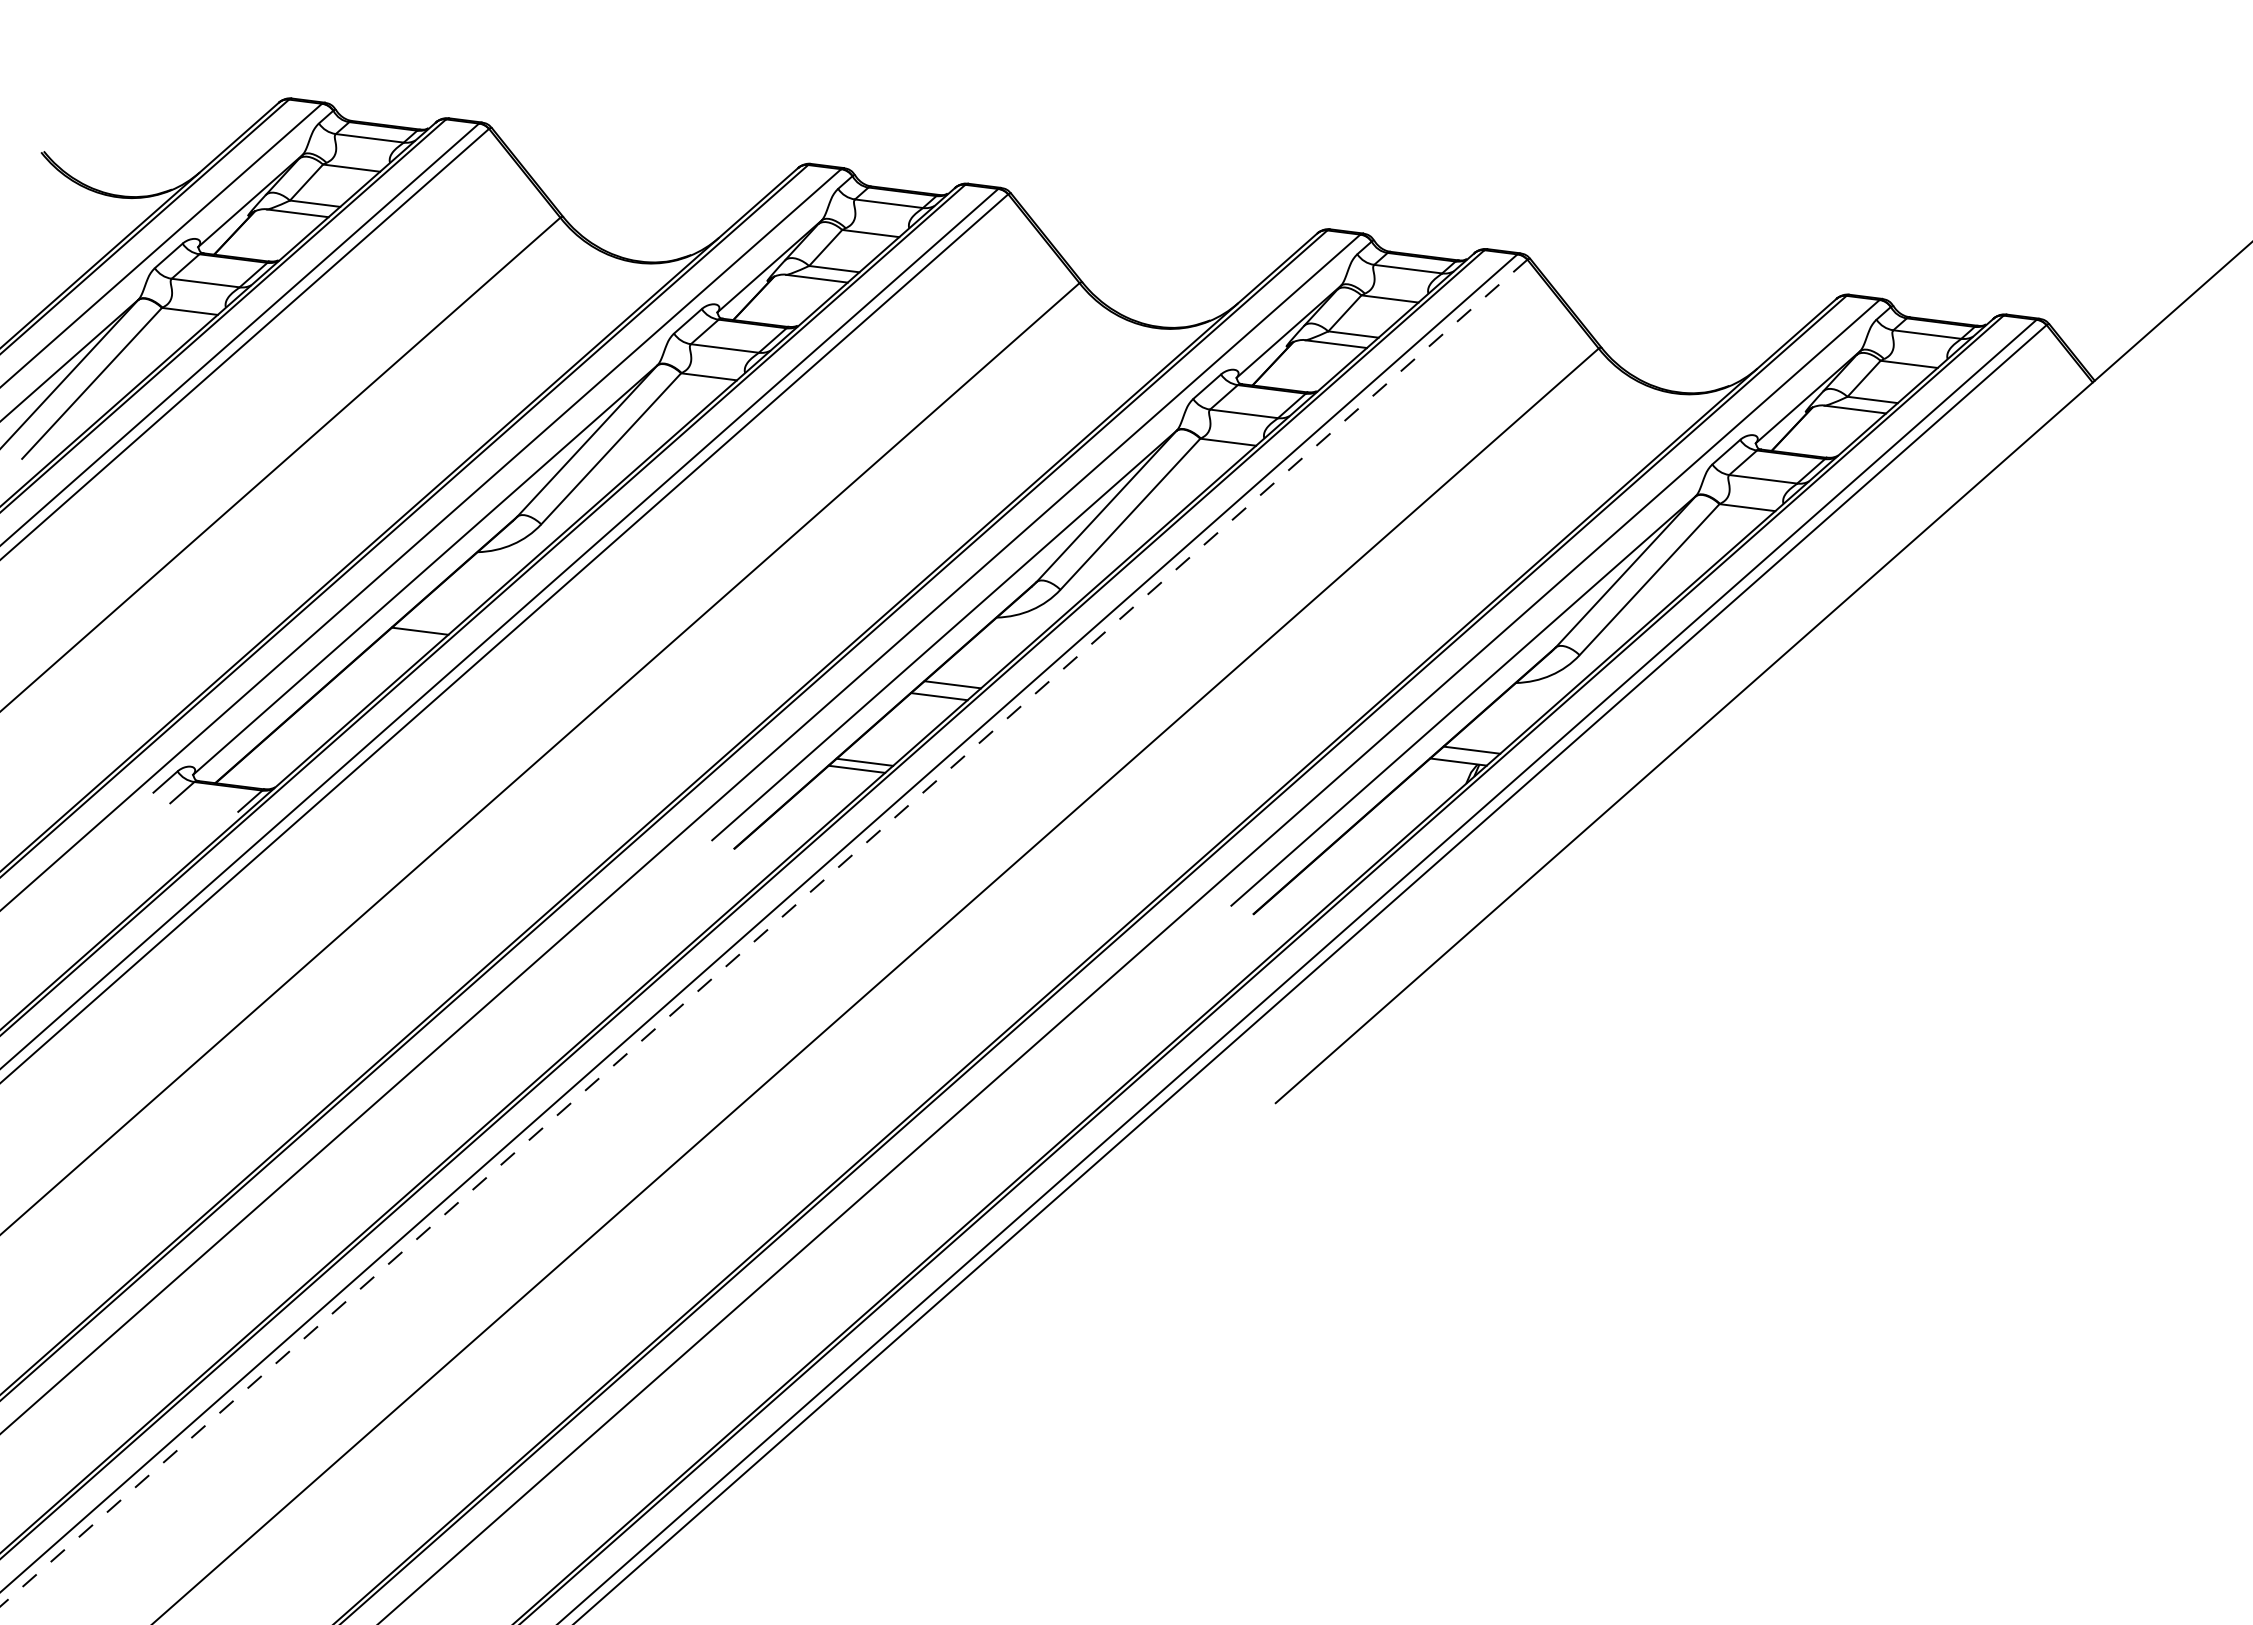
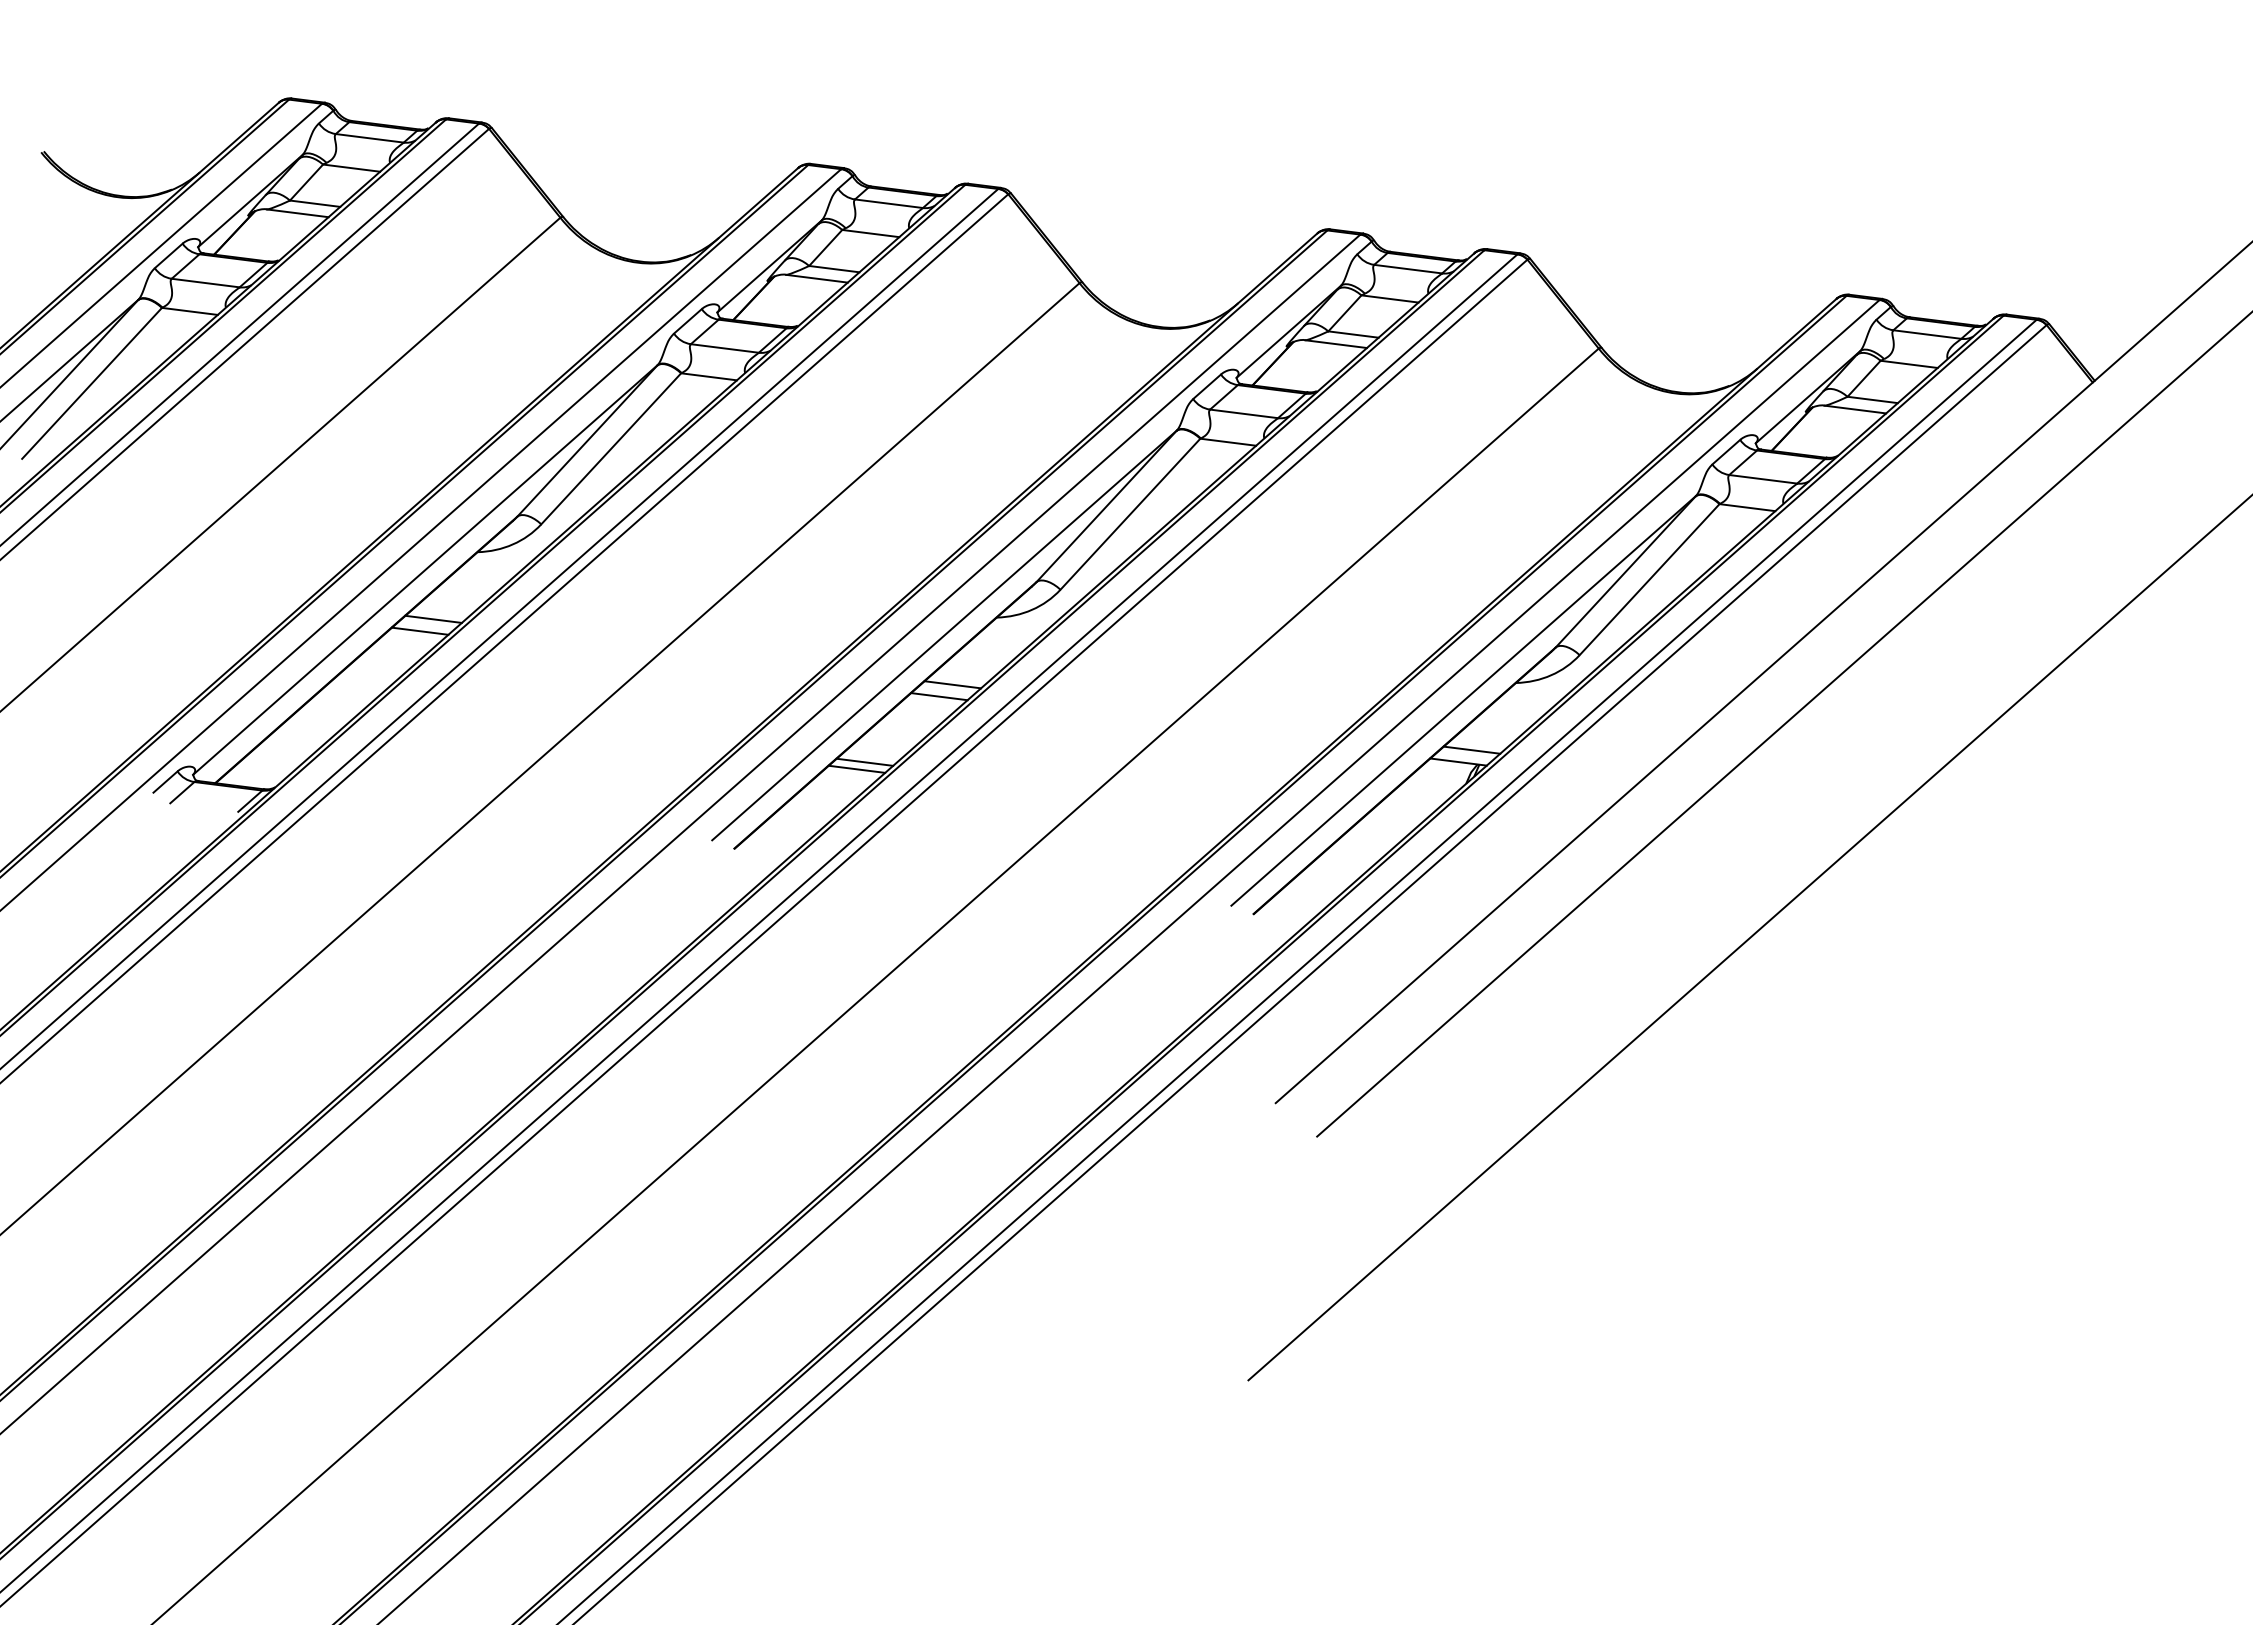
line at (433, 618): none -> present
line at (1783, 725): none -> present
line at (764, 932): dashed -> solid
line at (1748, 938): none -> present
